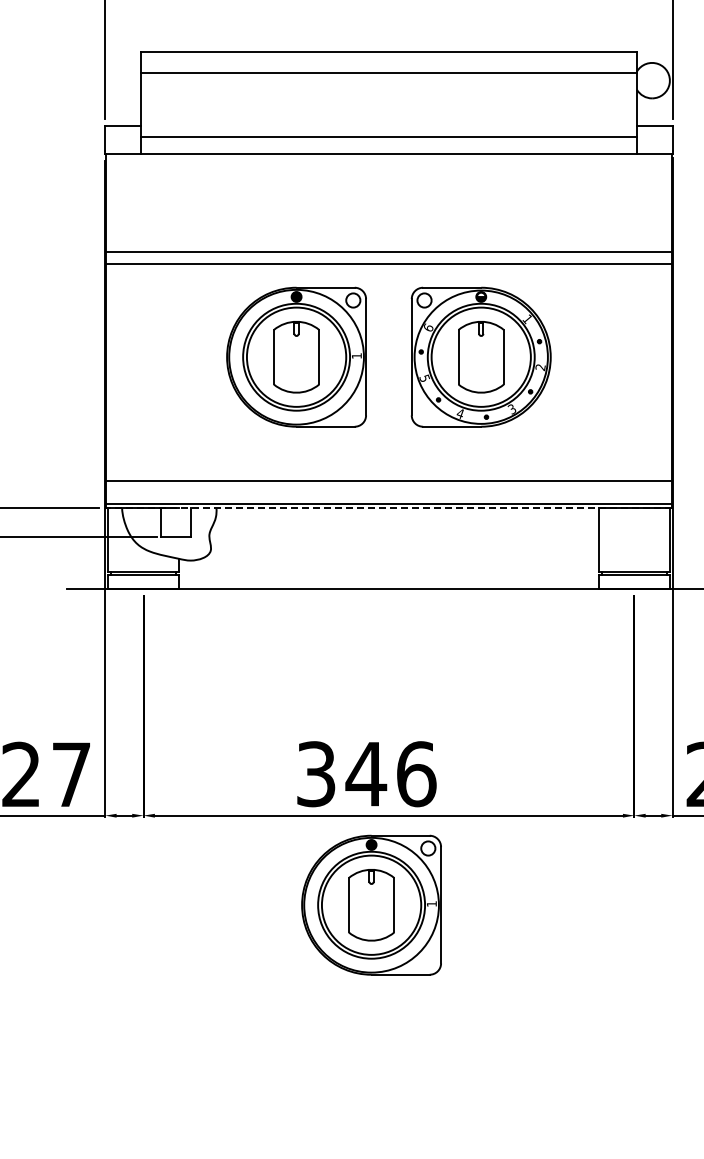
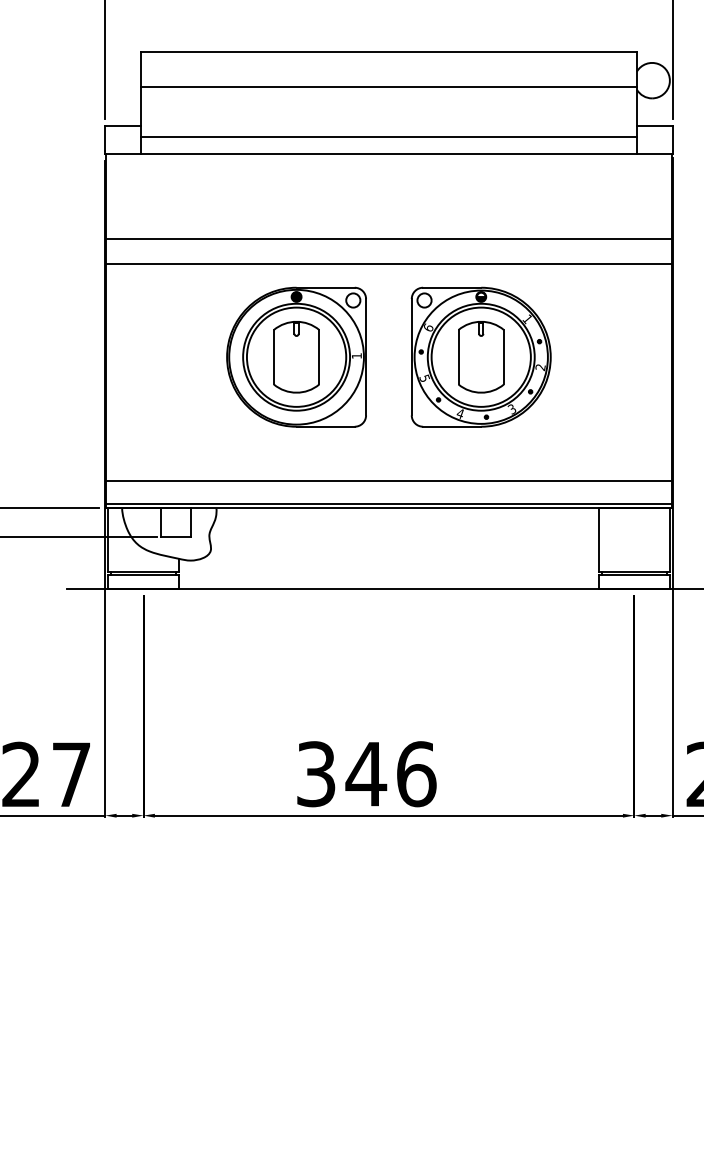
line at (388, 73) position: (388, 73) -> (388, 87)
line at (388, 251) position: (388, 251) -> (388, 238)
line at (388, 508): dashed -> solid
part at (371, 904): present -> none
